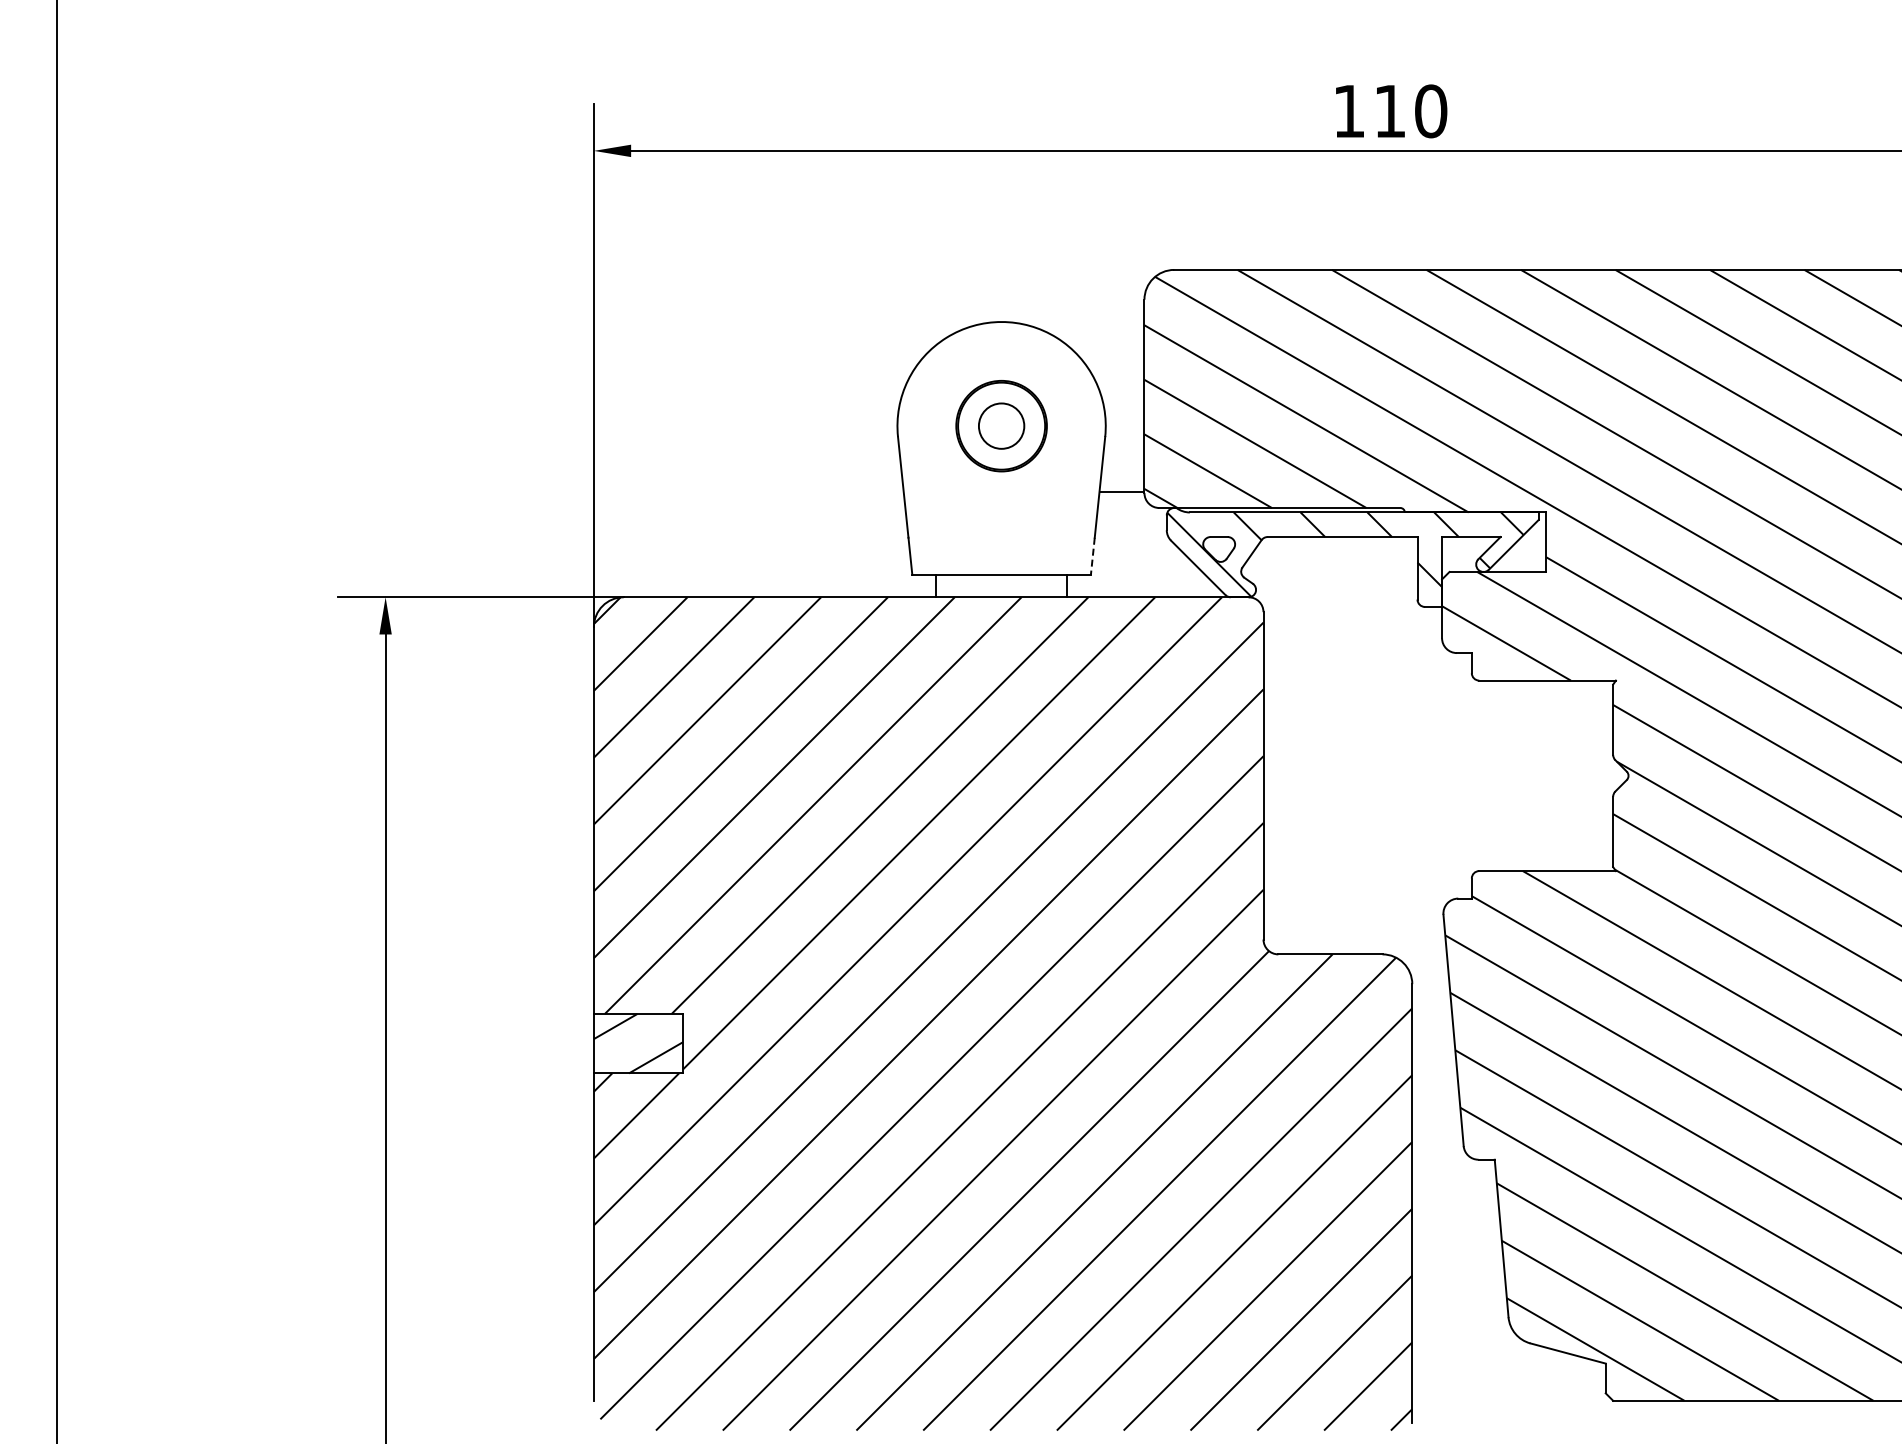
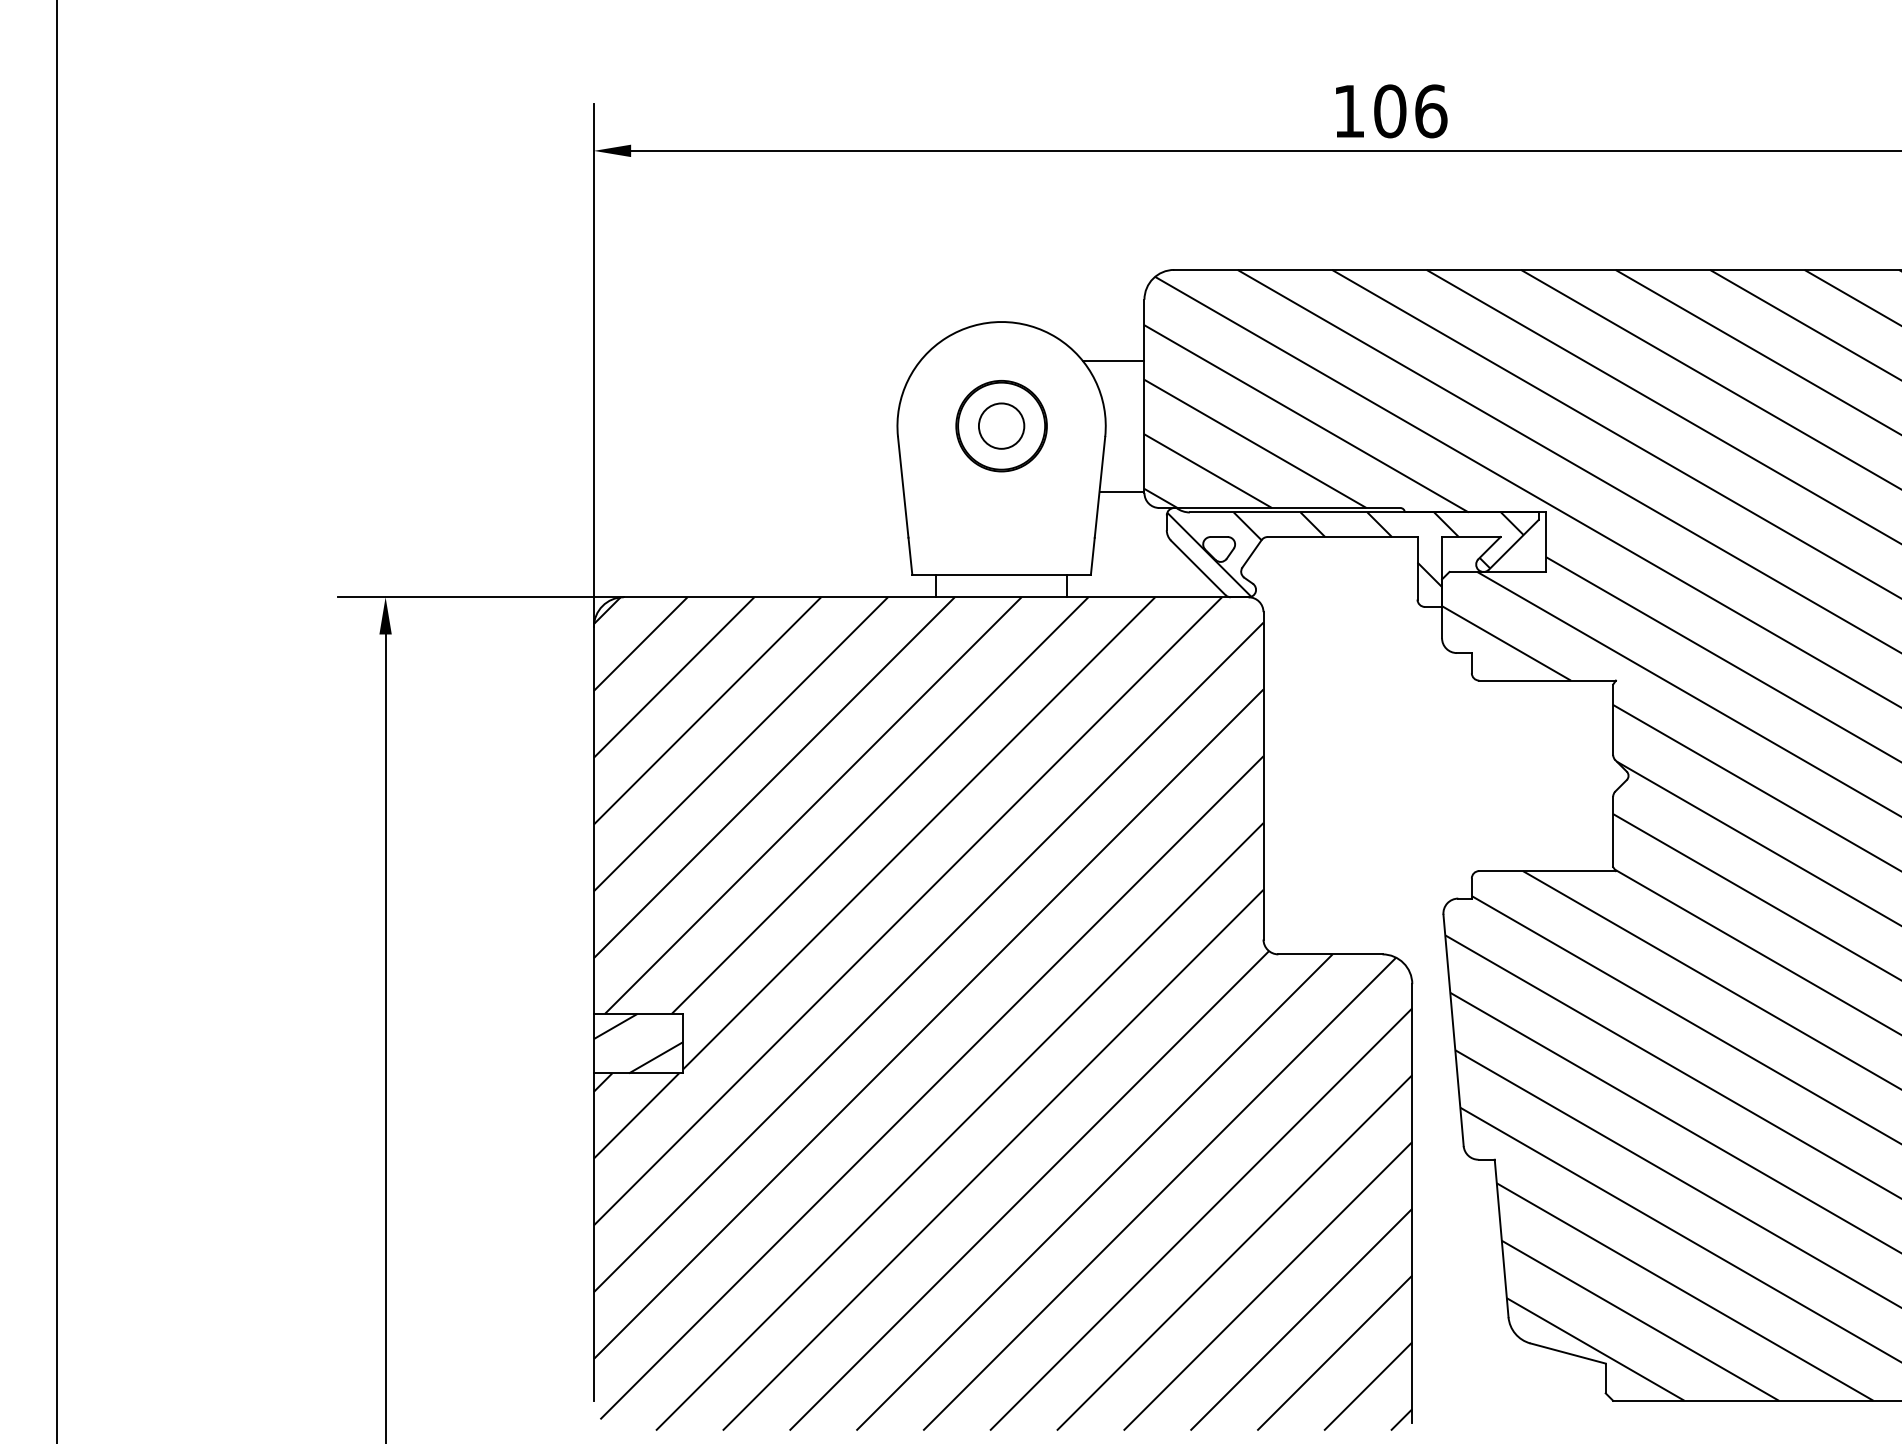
text at (1410, 111): 110 -> 106
line at (1113, 360): none -> present
line at (1092, 556): dashed -> solid
